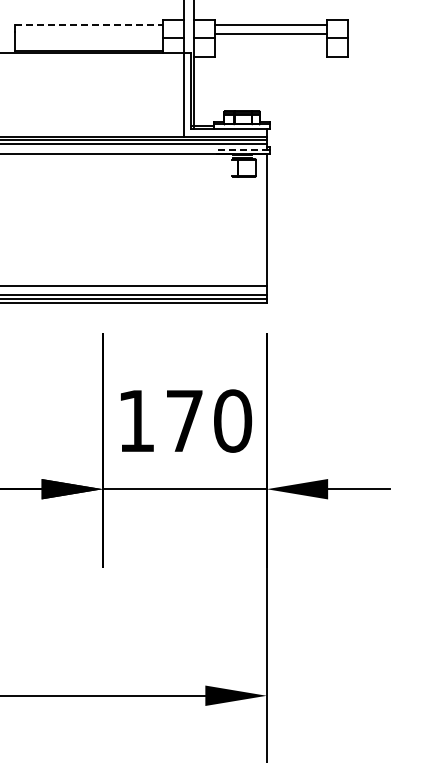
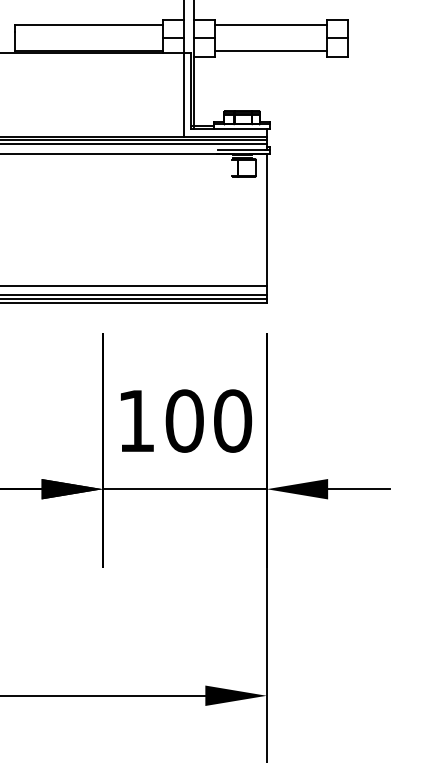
line at (89, 25): dashed -> solid
line at (270, 34) position: (270, 34) -> (270, 51)
line at (241, 149): dashed -> solid
text at (184, 420): 170 -> 100
